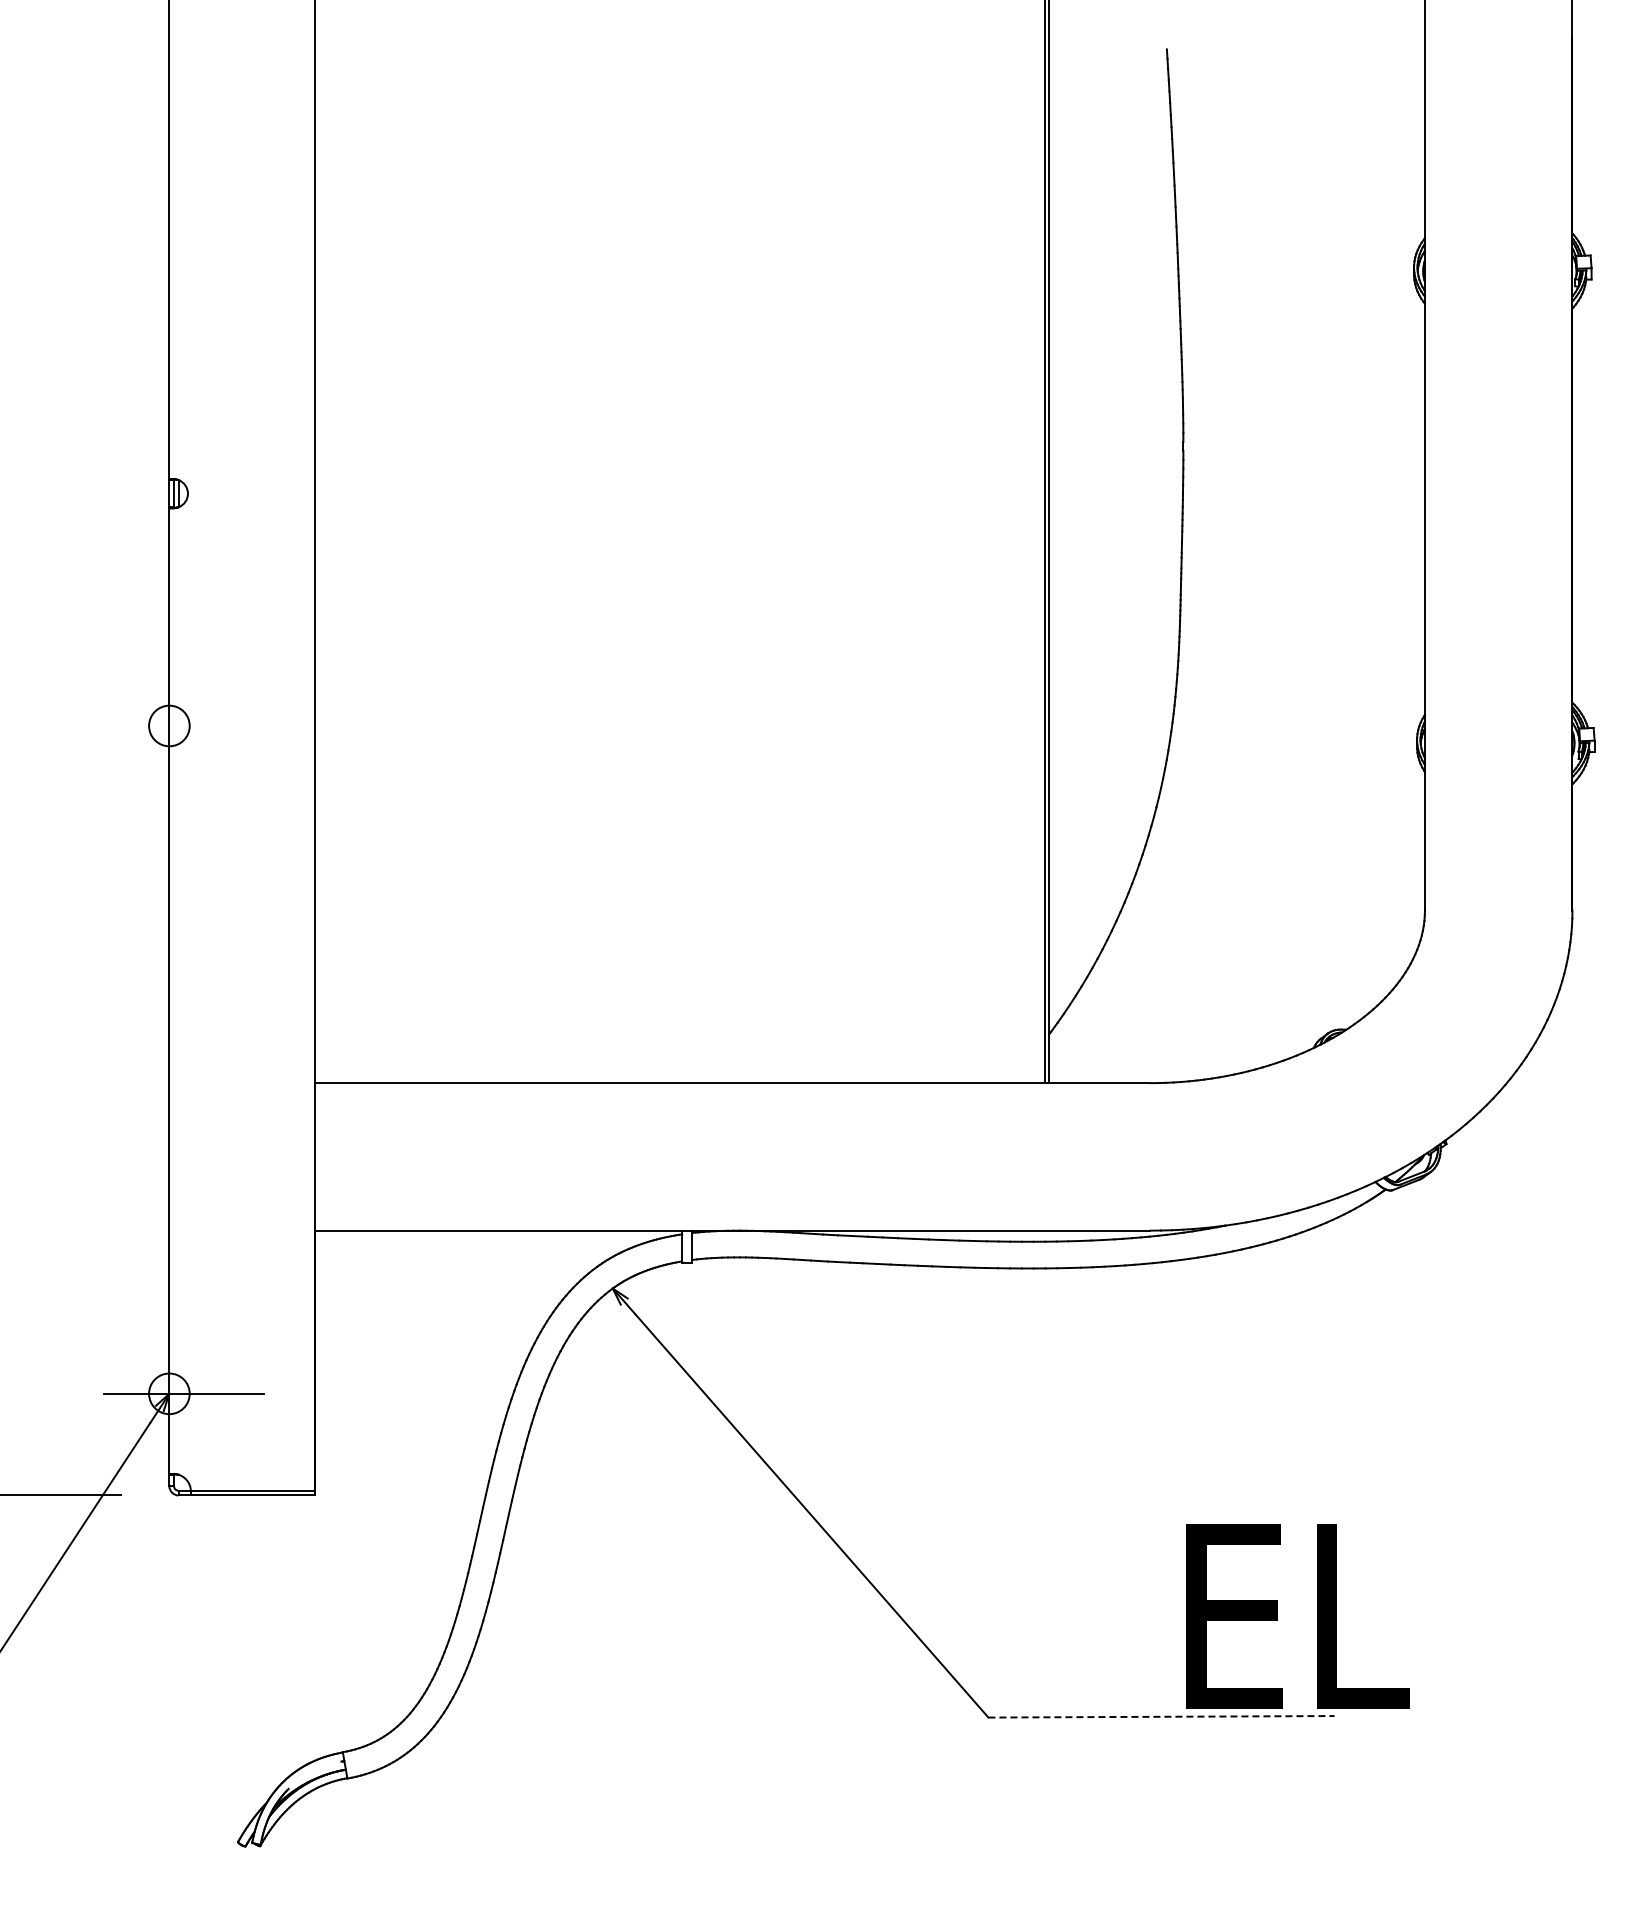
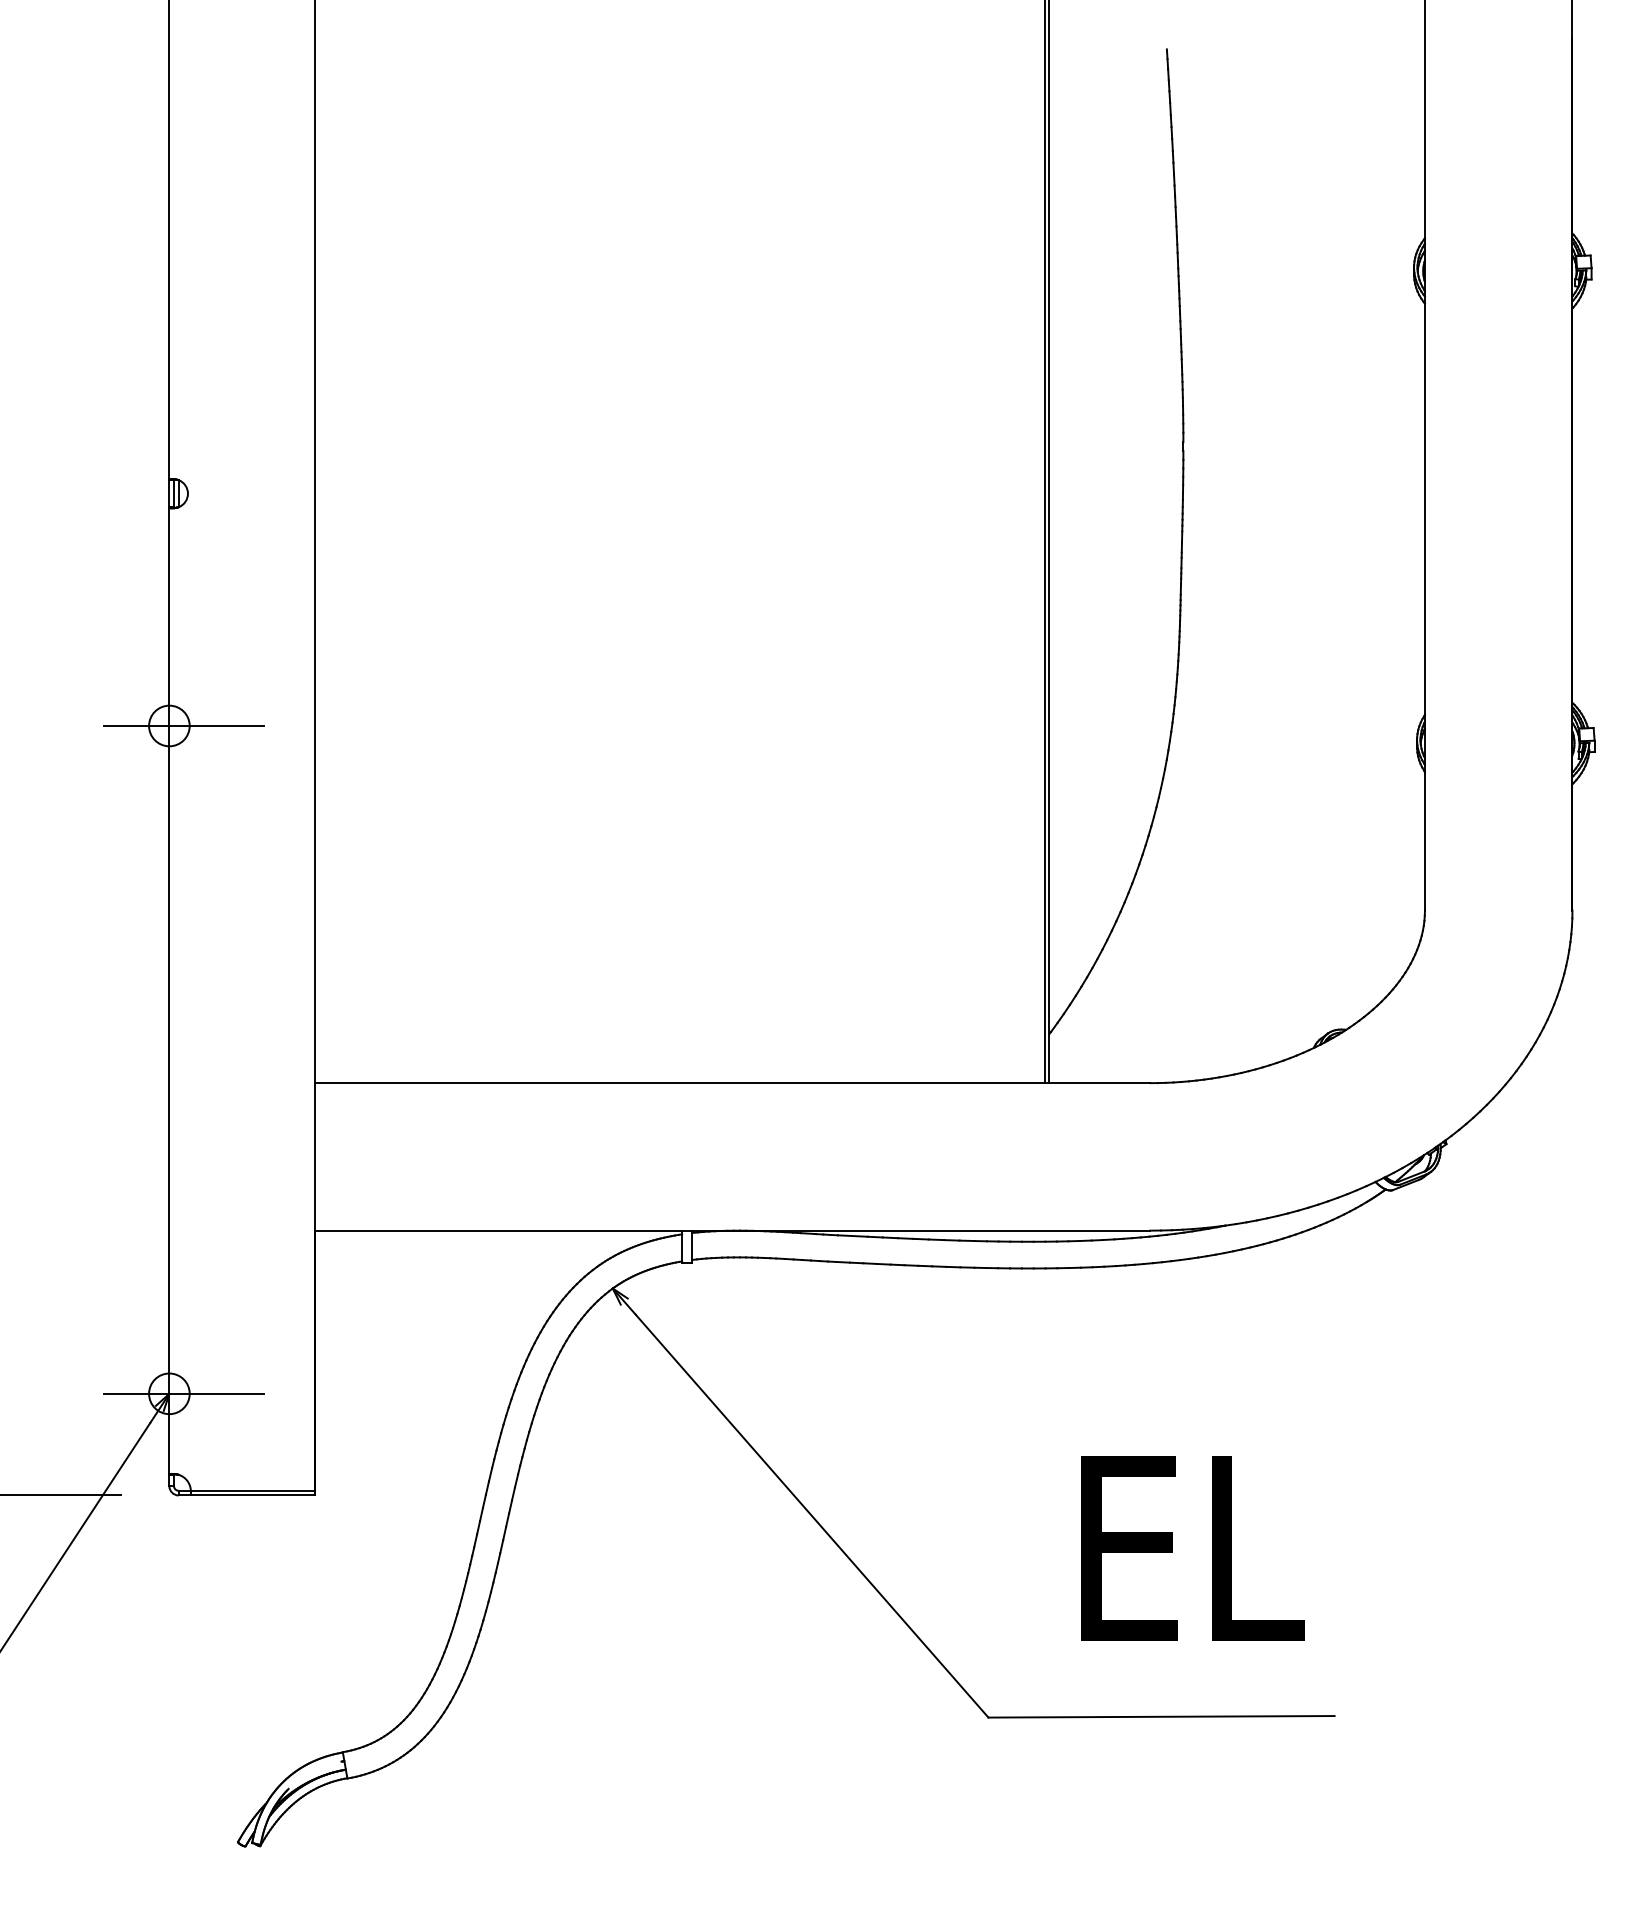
line at (183, 725): none -> present
text at (1297, 1616) position: (1297, 1616) -> (1192, 1548)
line at (1162, 1716): dashed -> solid
